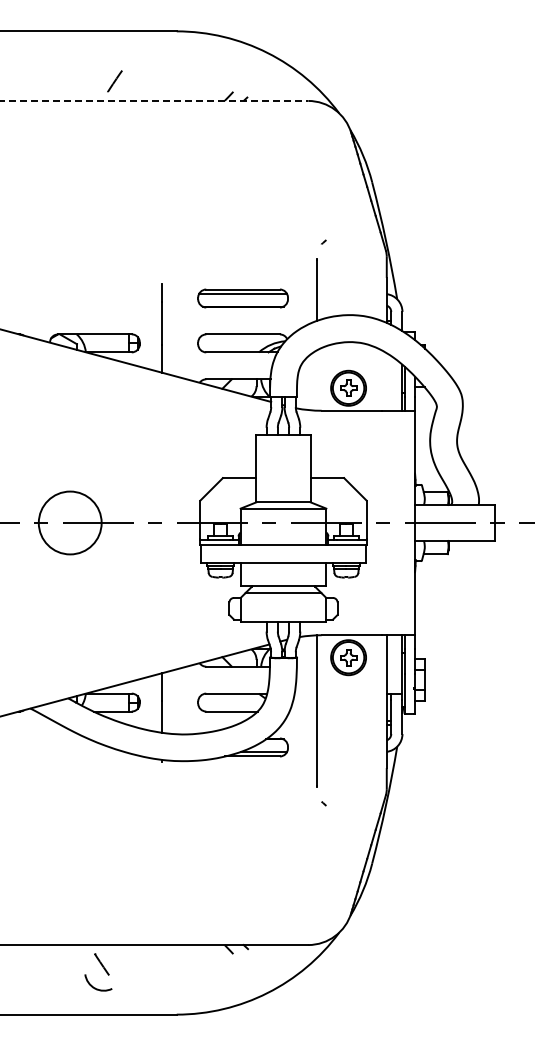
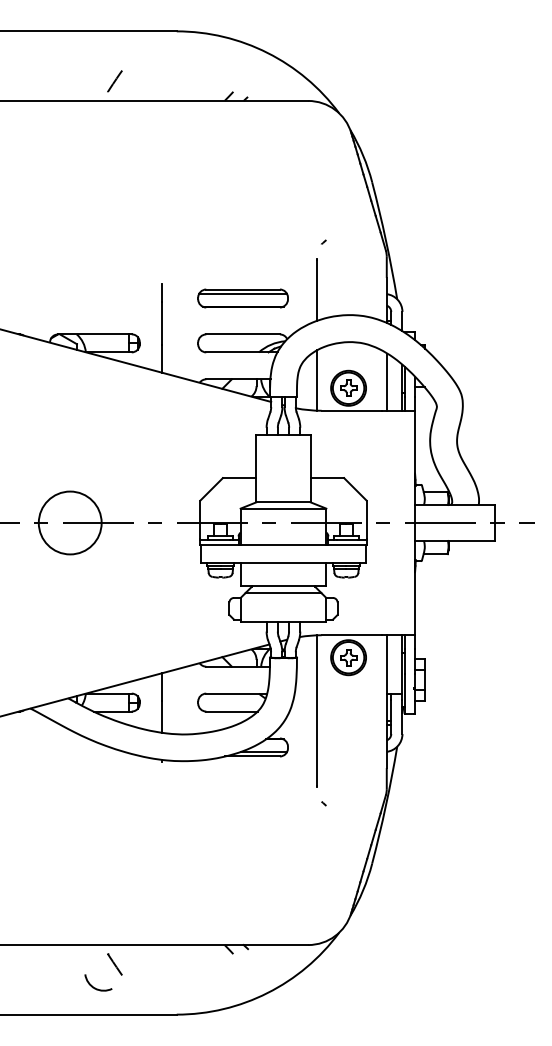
line at (154, 100): dashed -> solid
line at (317, 380): none -> present
line at (386, 381): none -> present
line at (101, 964) position: (101, 964) -> (114, 964)
